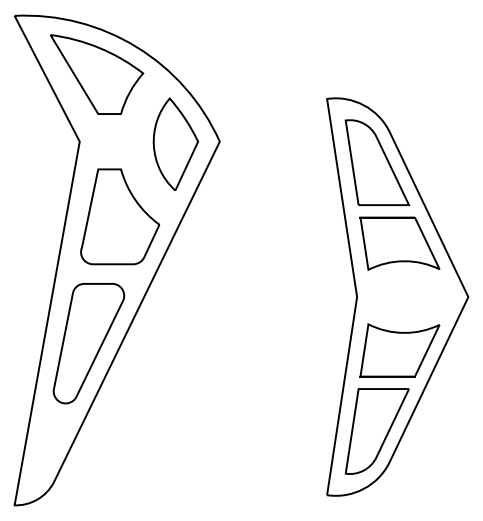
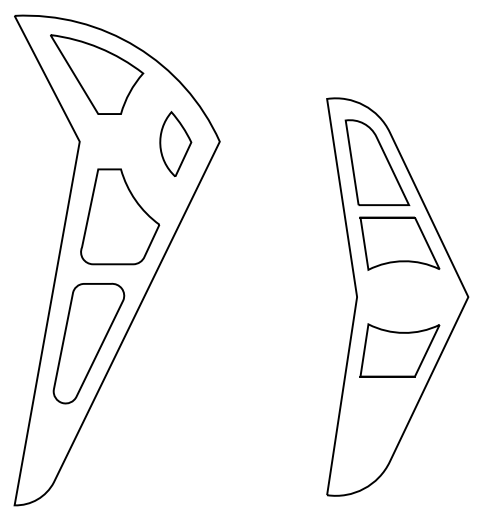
part at (175, 143) size: 47x94 px -> 34x66 px
part at (376, 431): present -> none
